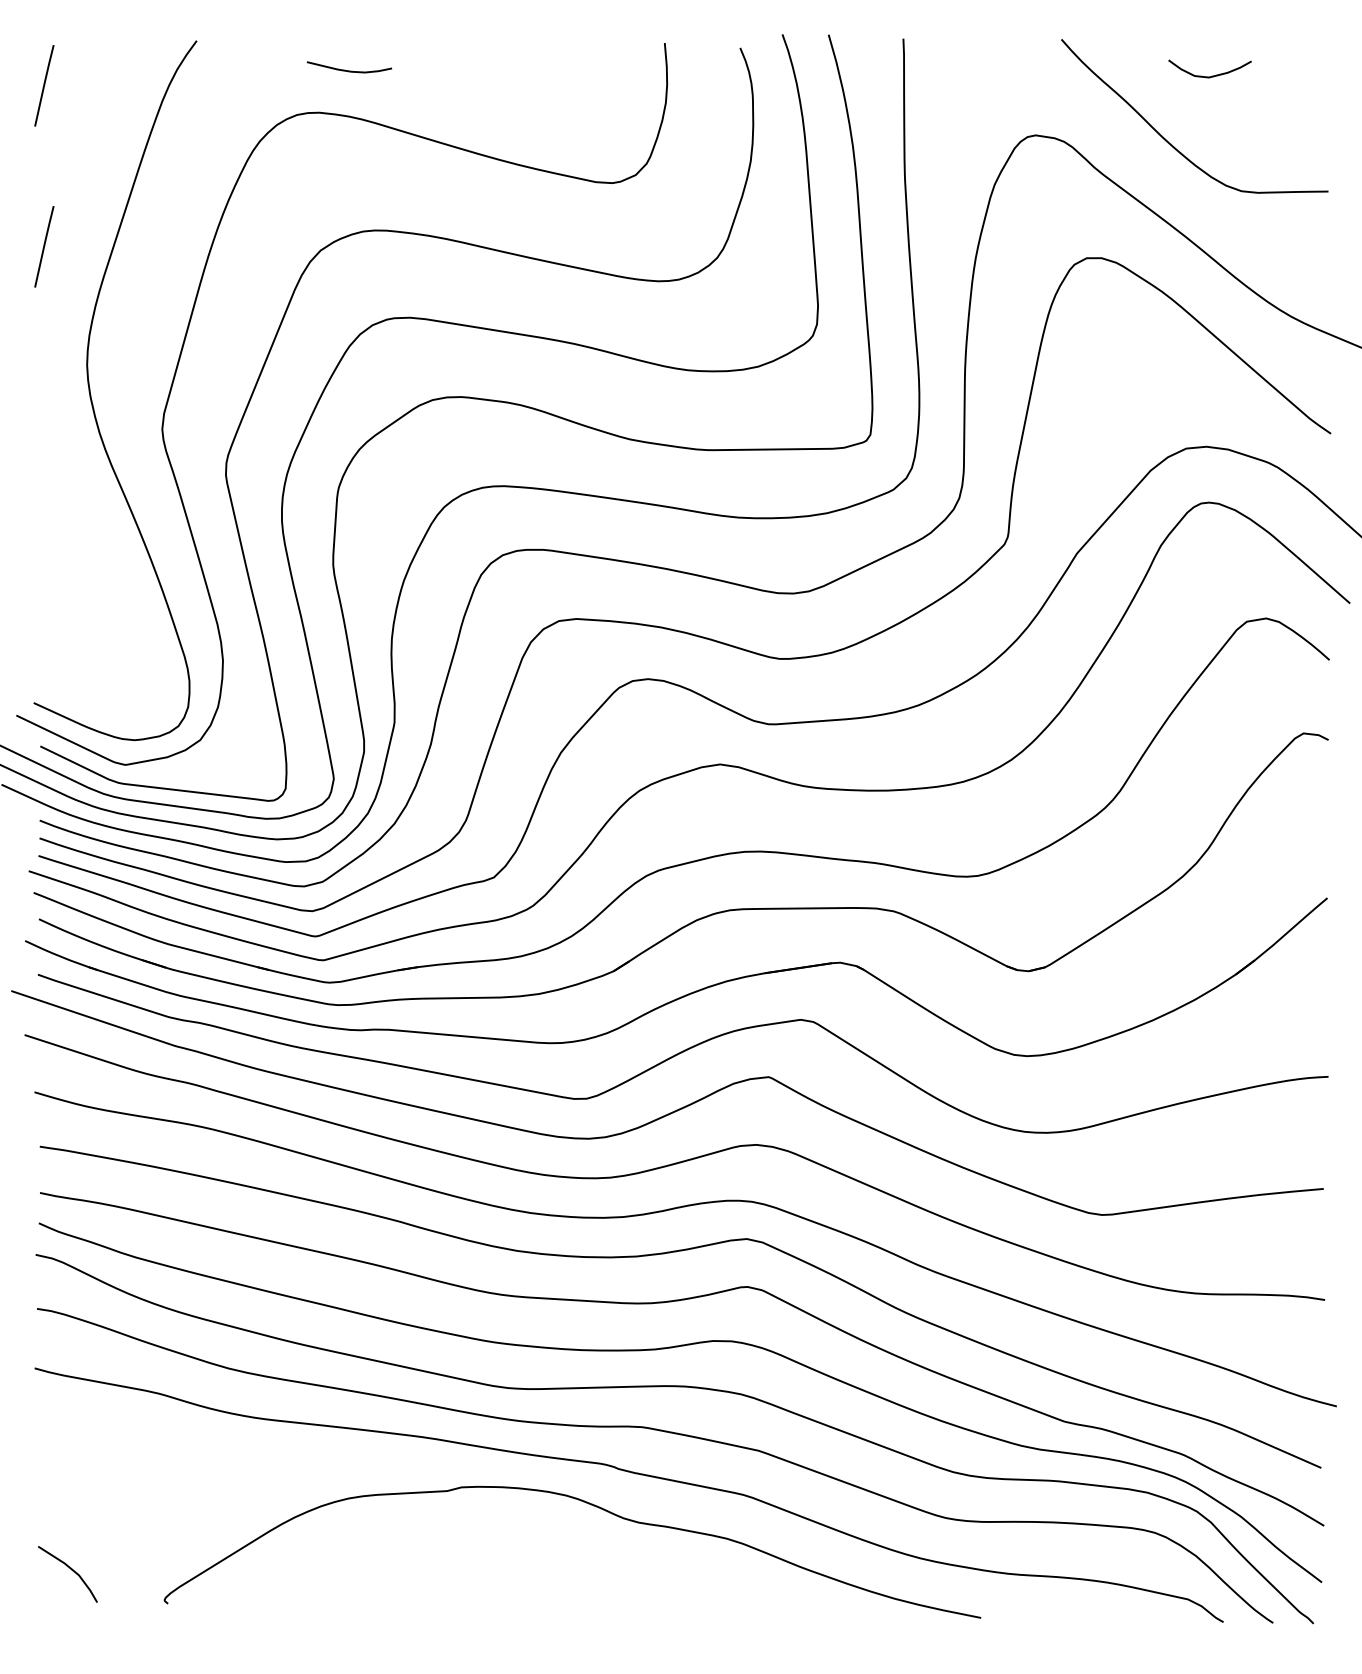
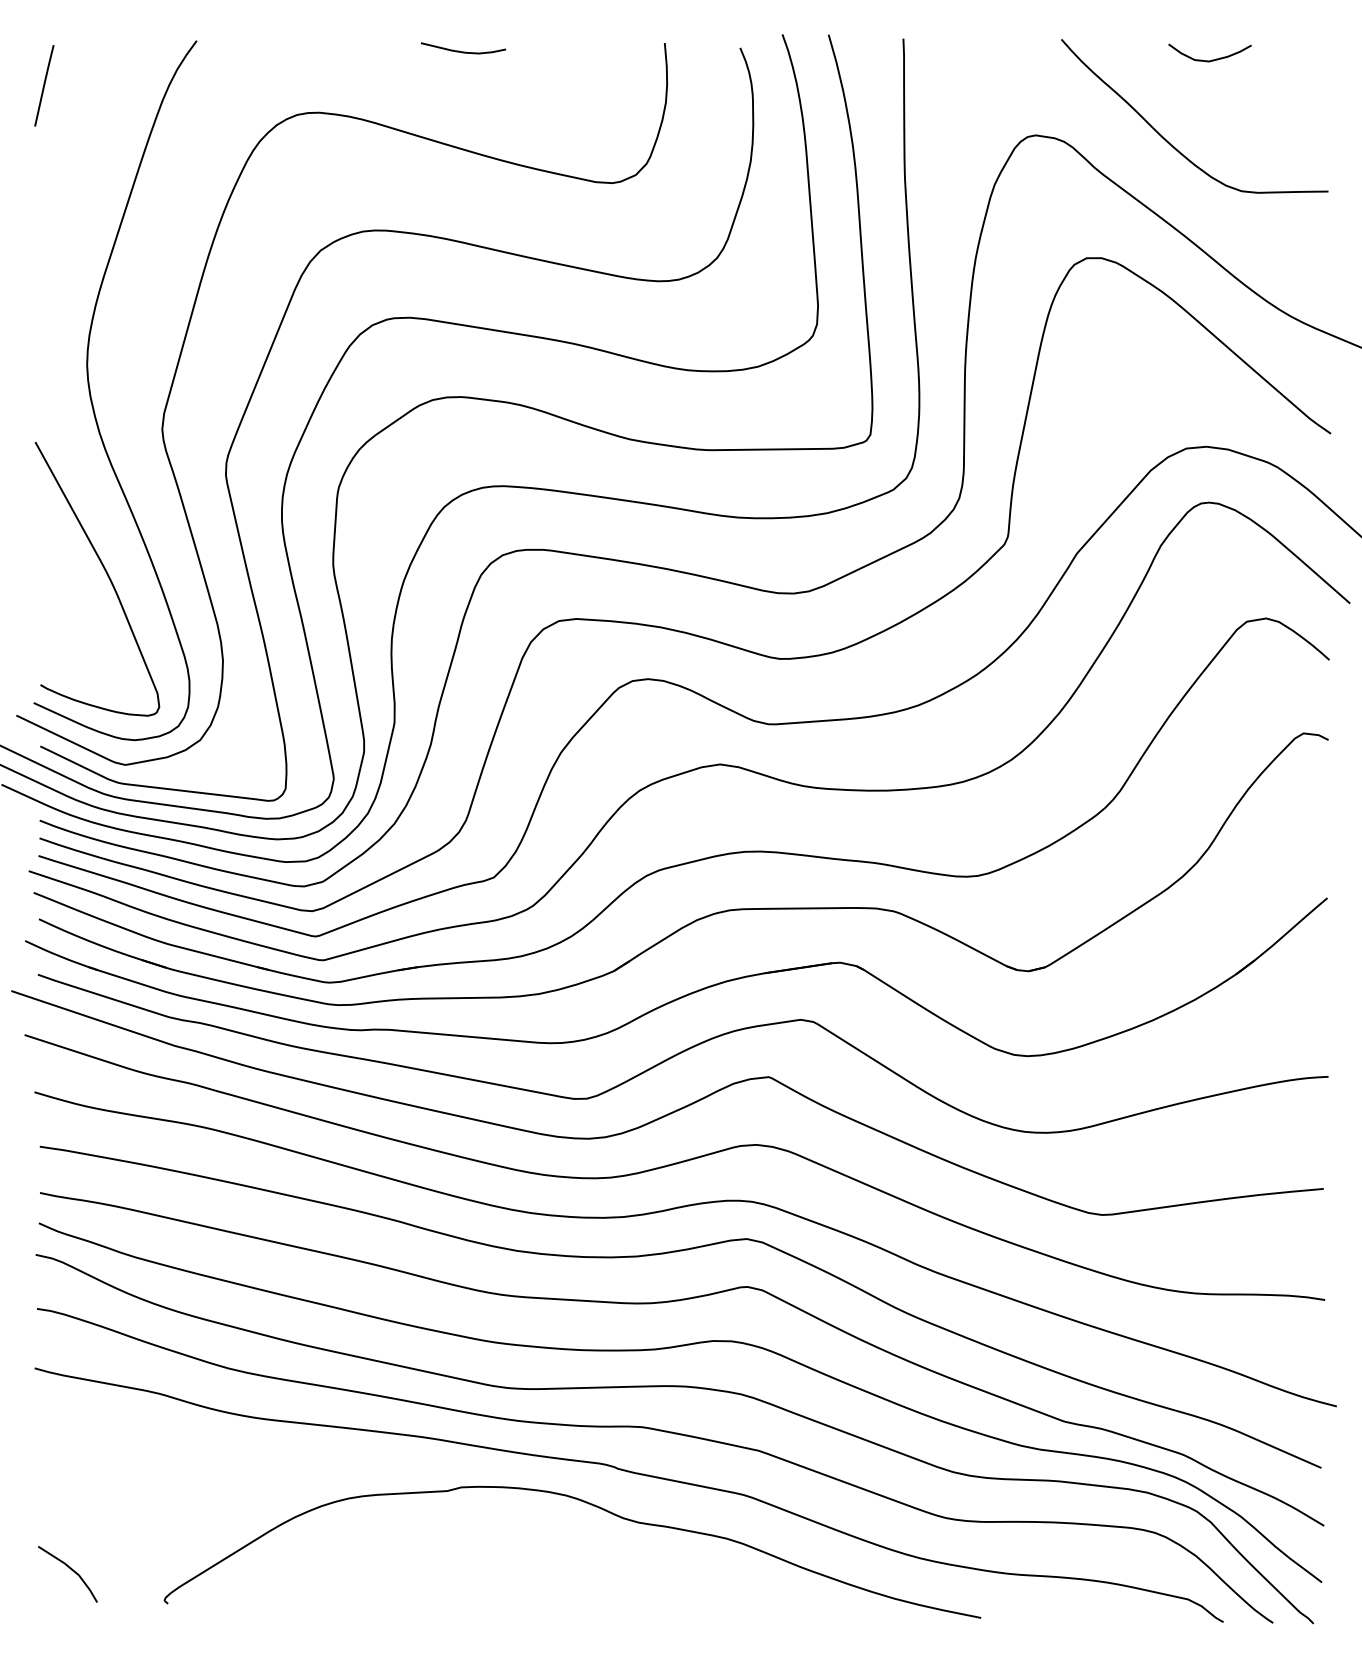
curve at (348, 70) position: (348, 70) -> (462, 51)
curve at (1212, 75) position: (1212, 75) -> (1212, 59)
line at (44, 246): present -> none
curve at (106, 574): none -> present
